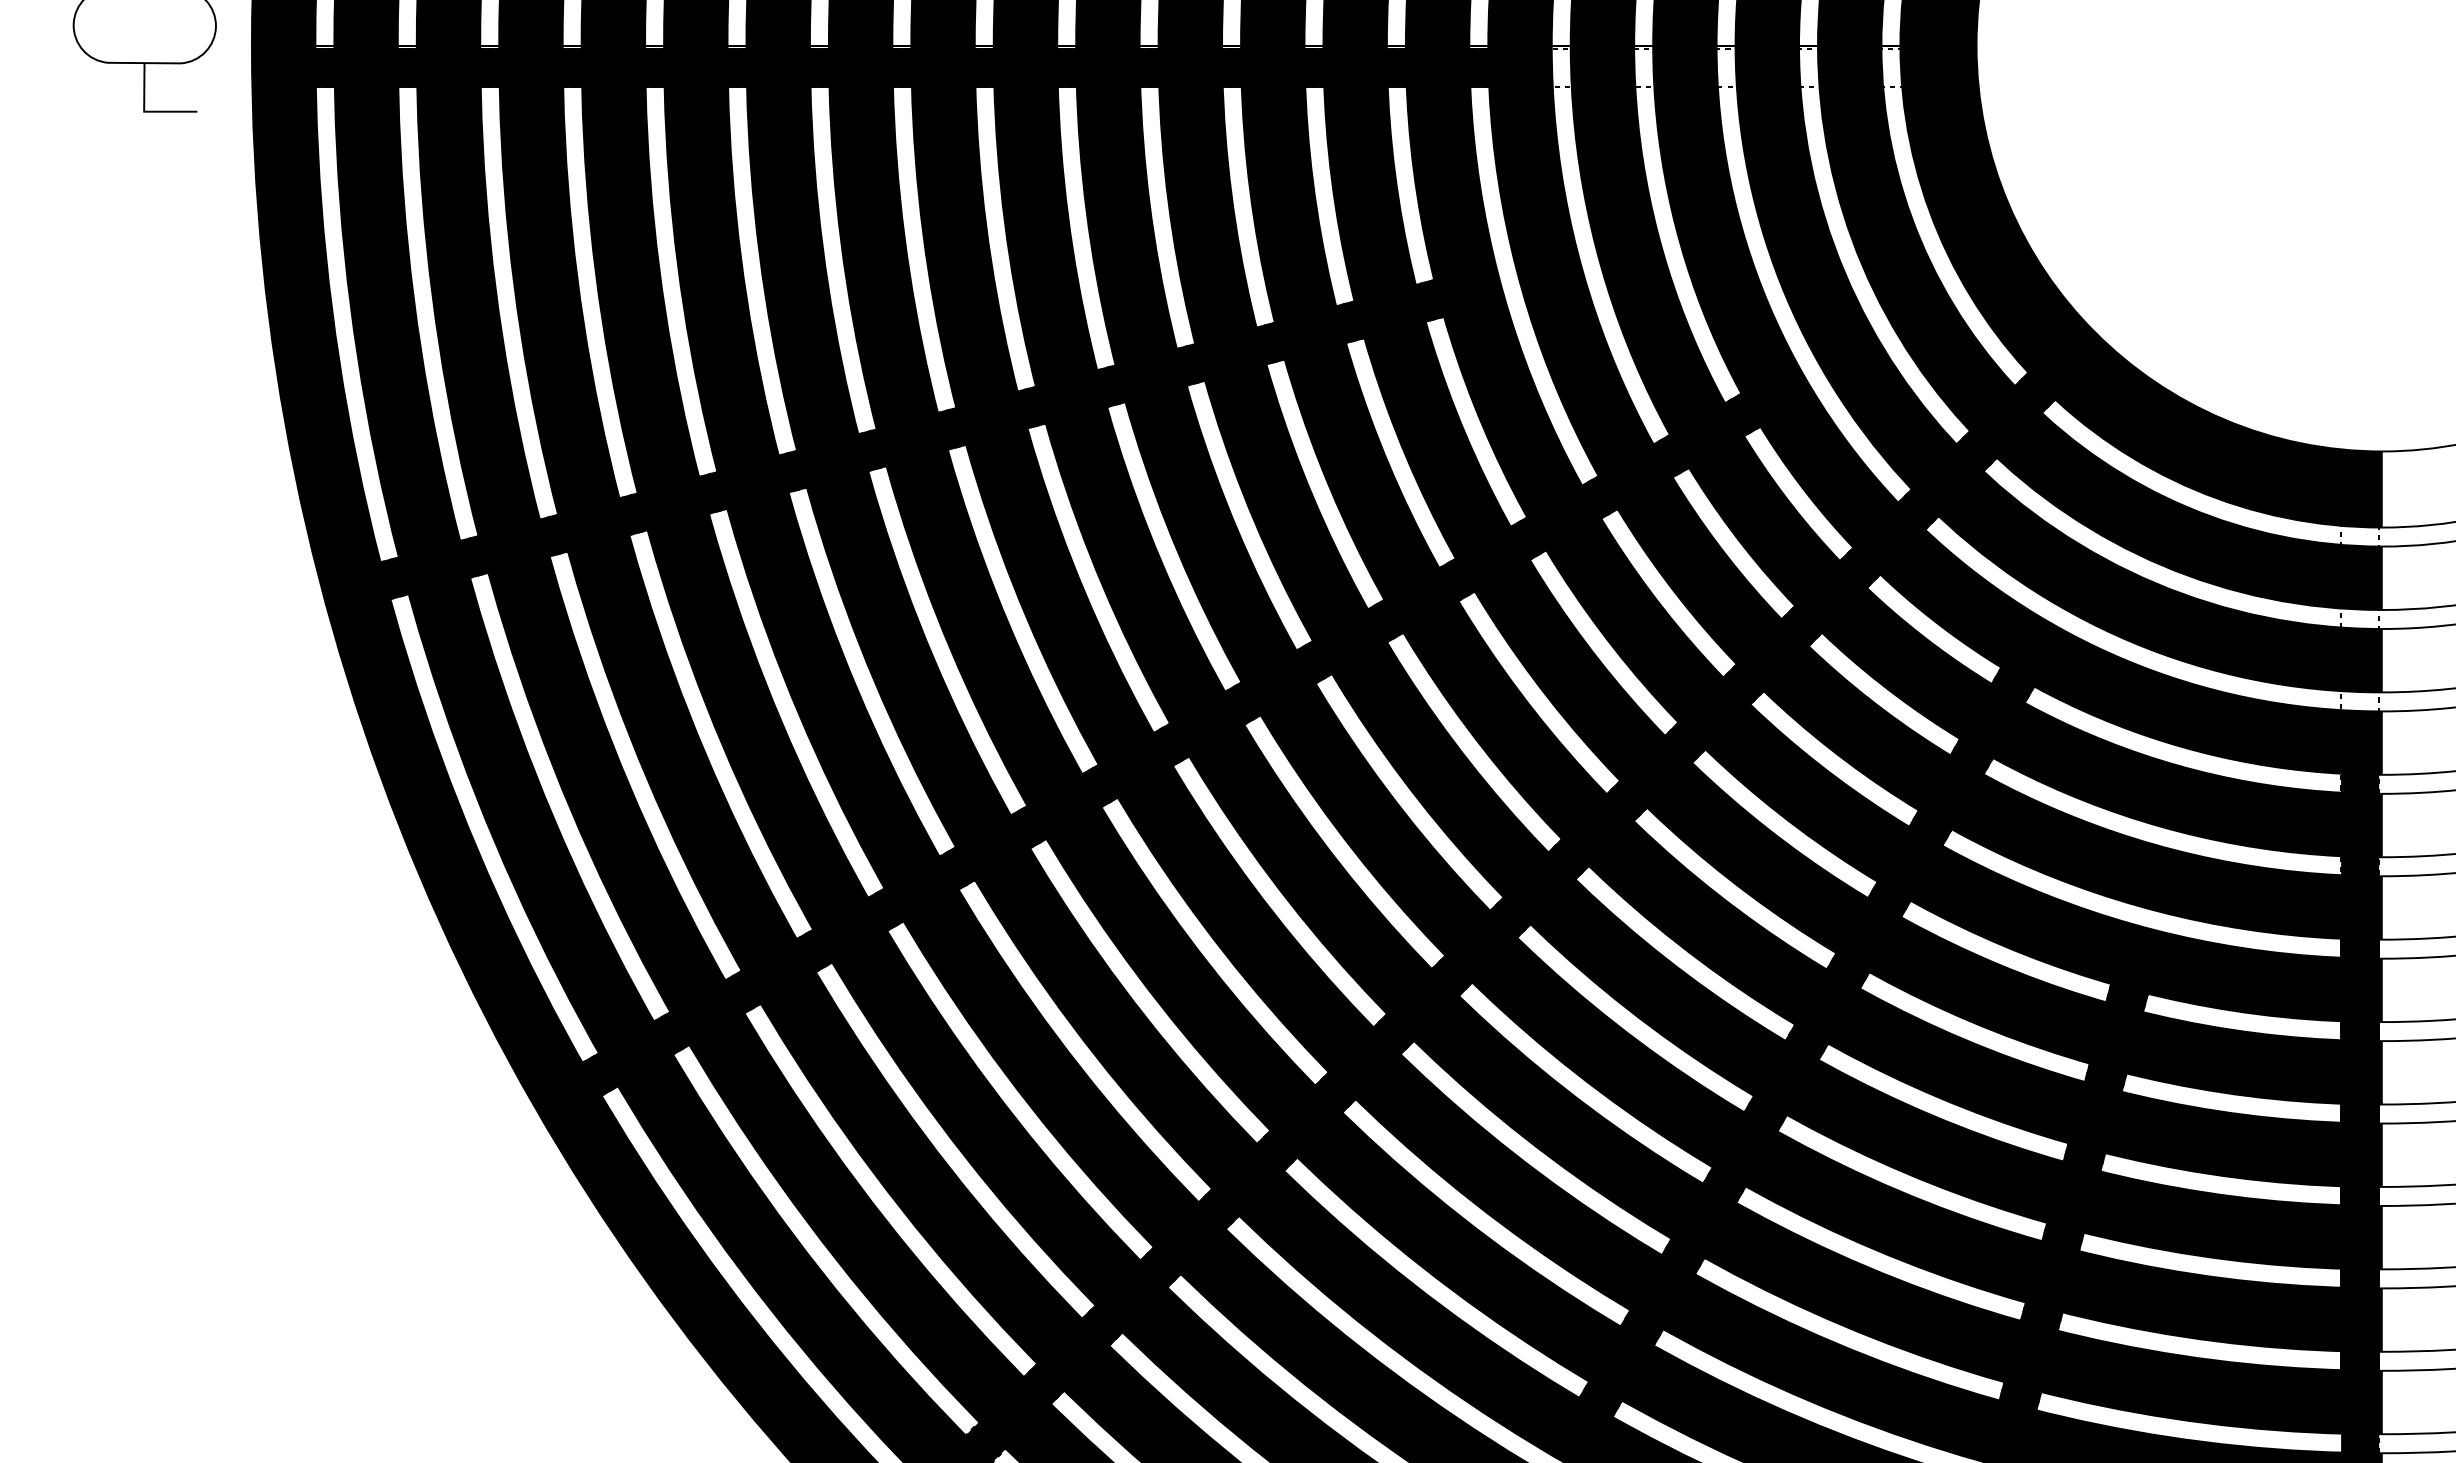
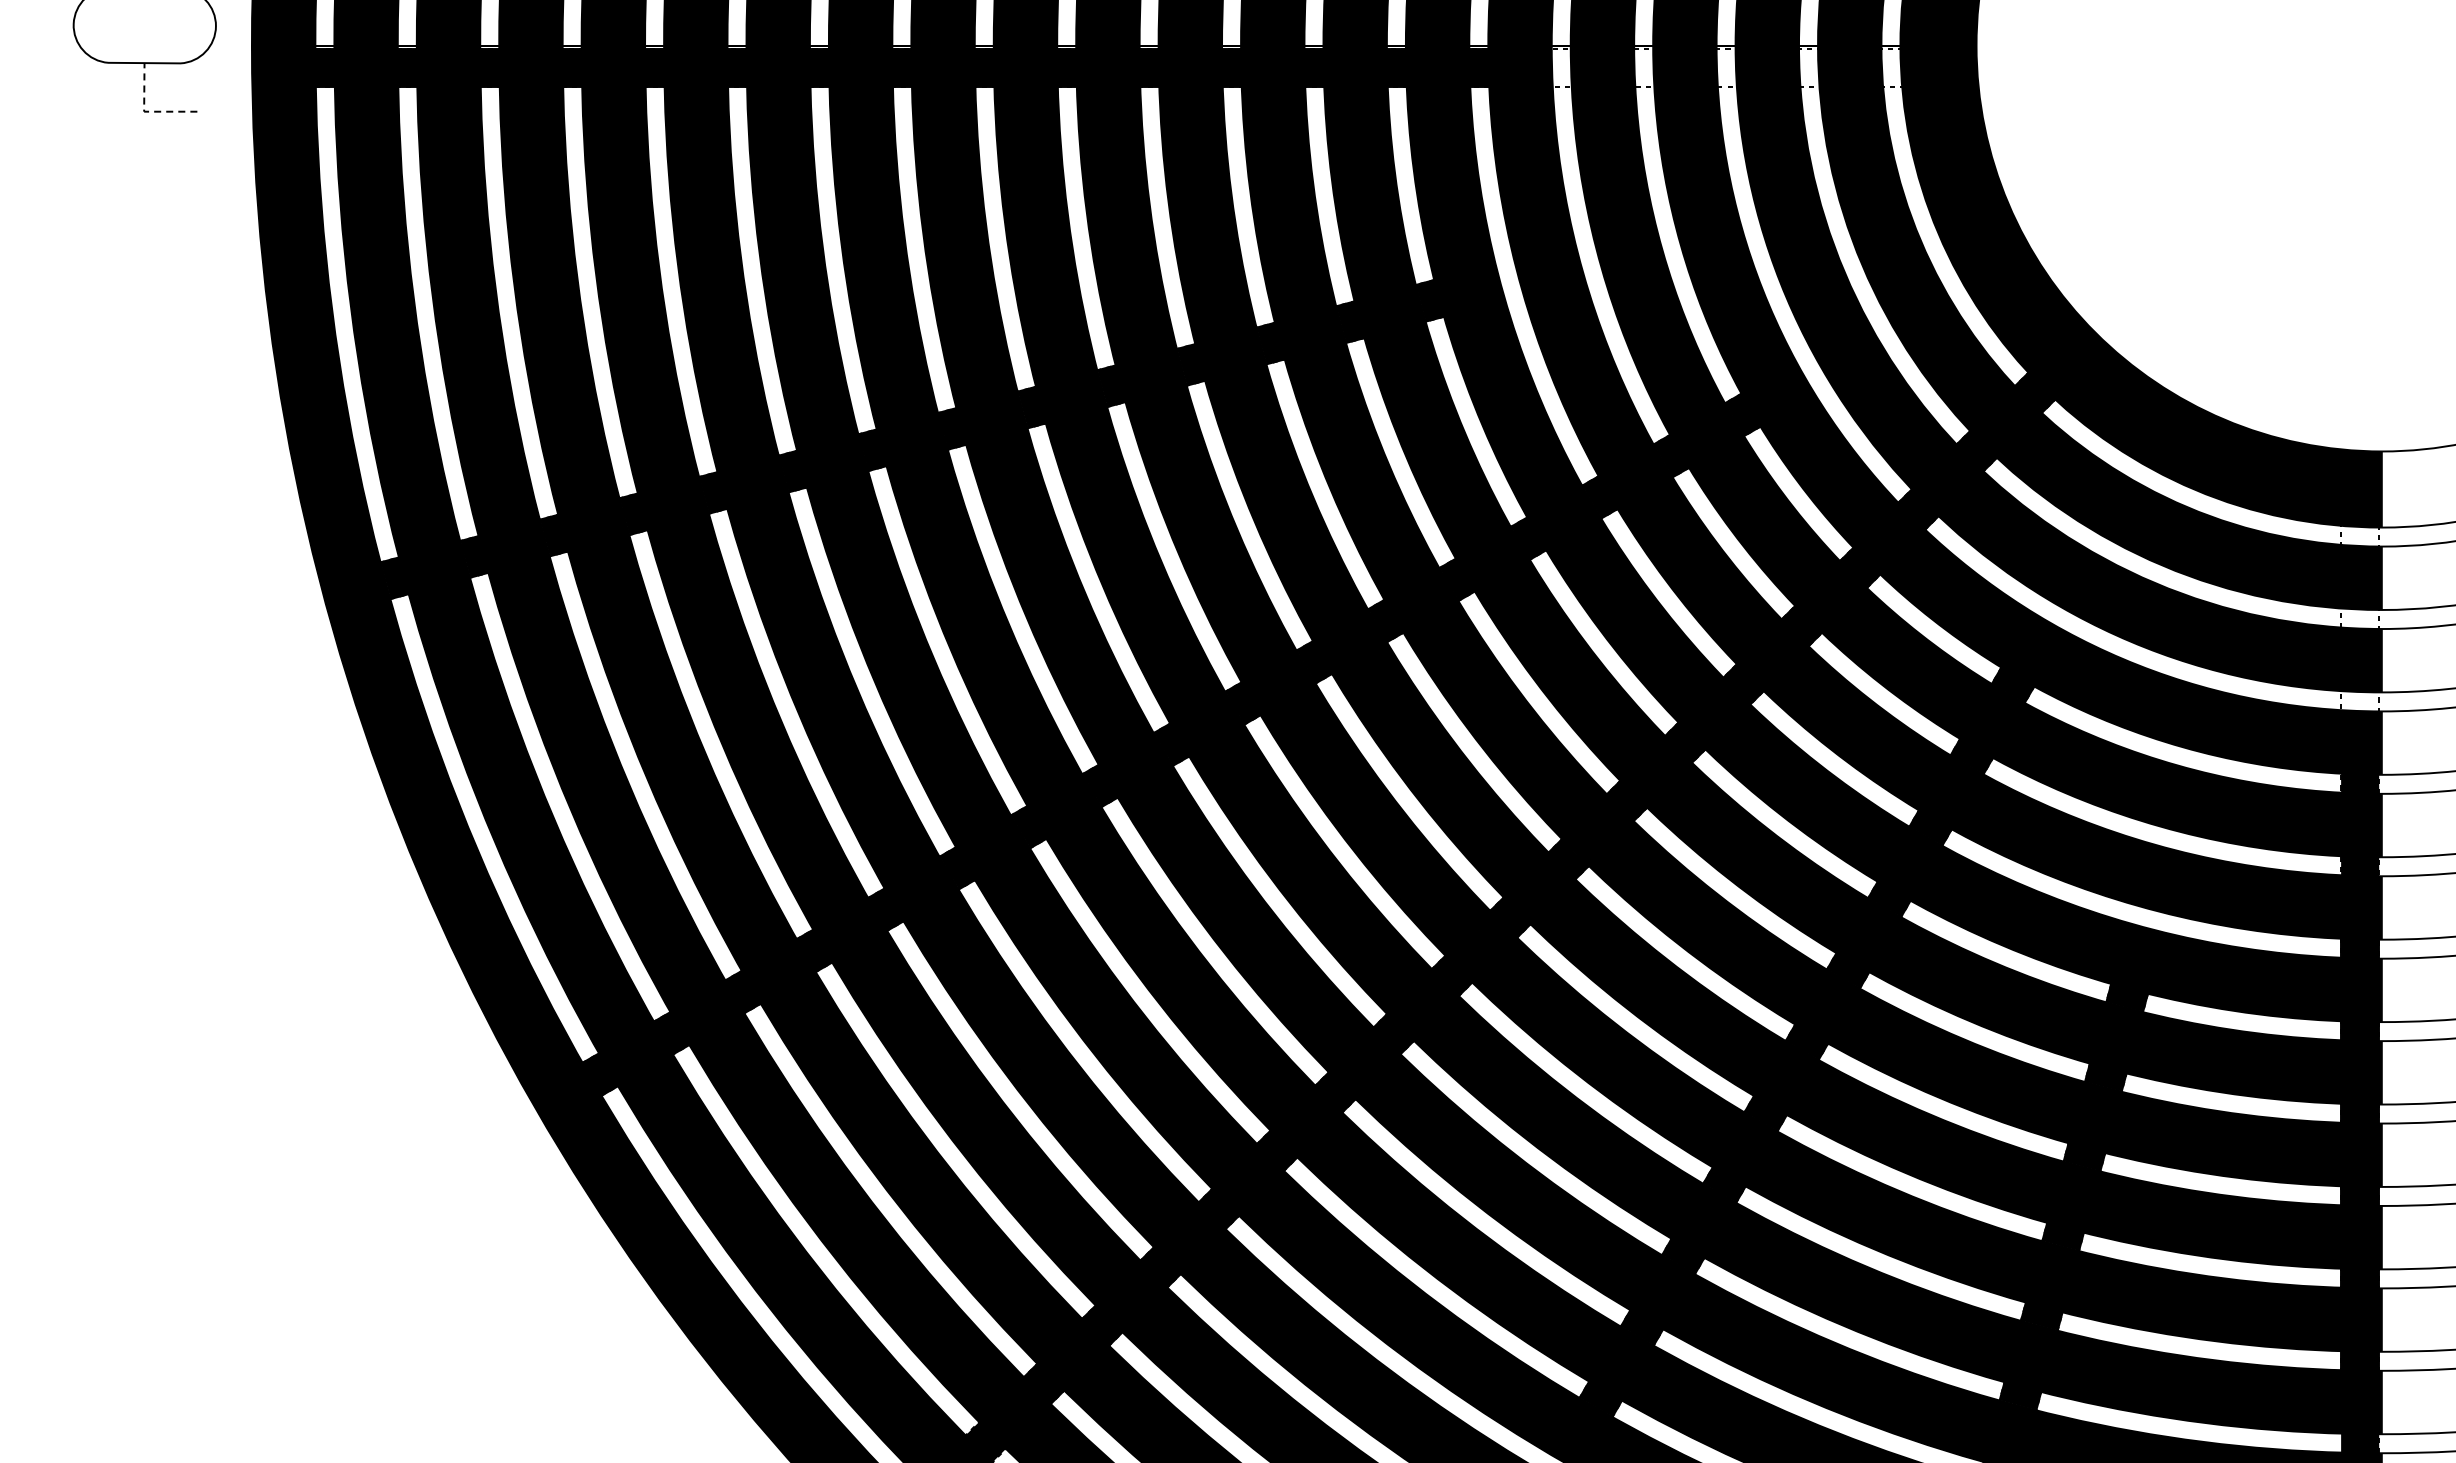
line at (146, 111): solid -> dashed
